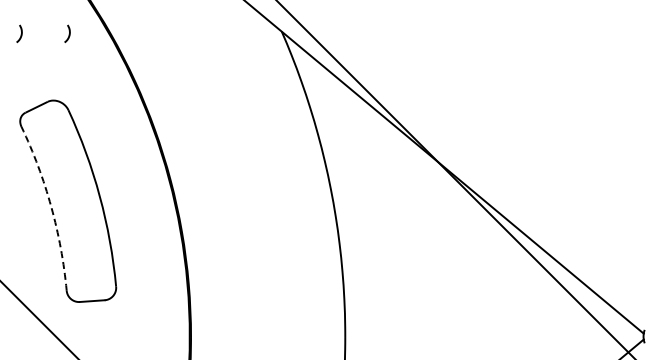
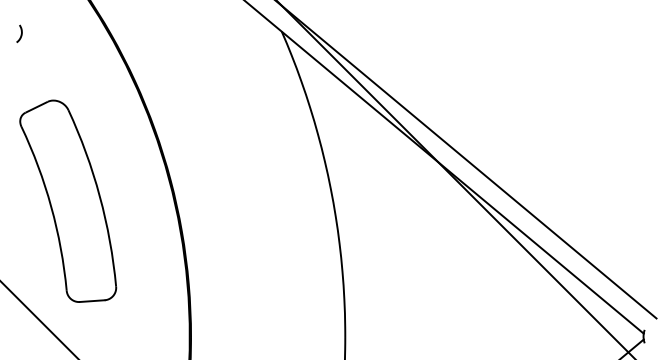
curve at (68, 34): present -> none
line at (466, 160): none -> present
arc at (51, 206): dashed -> solid
